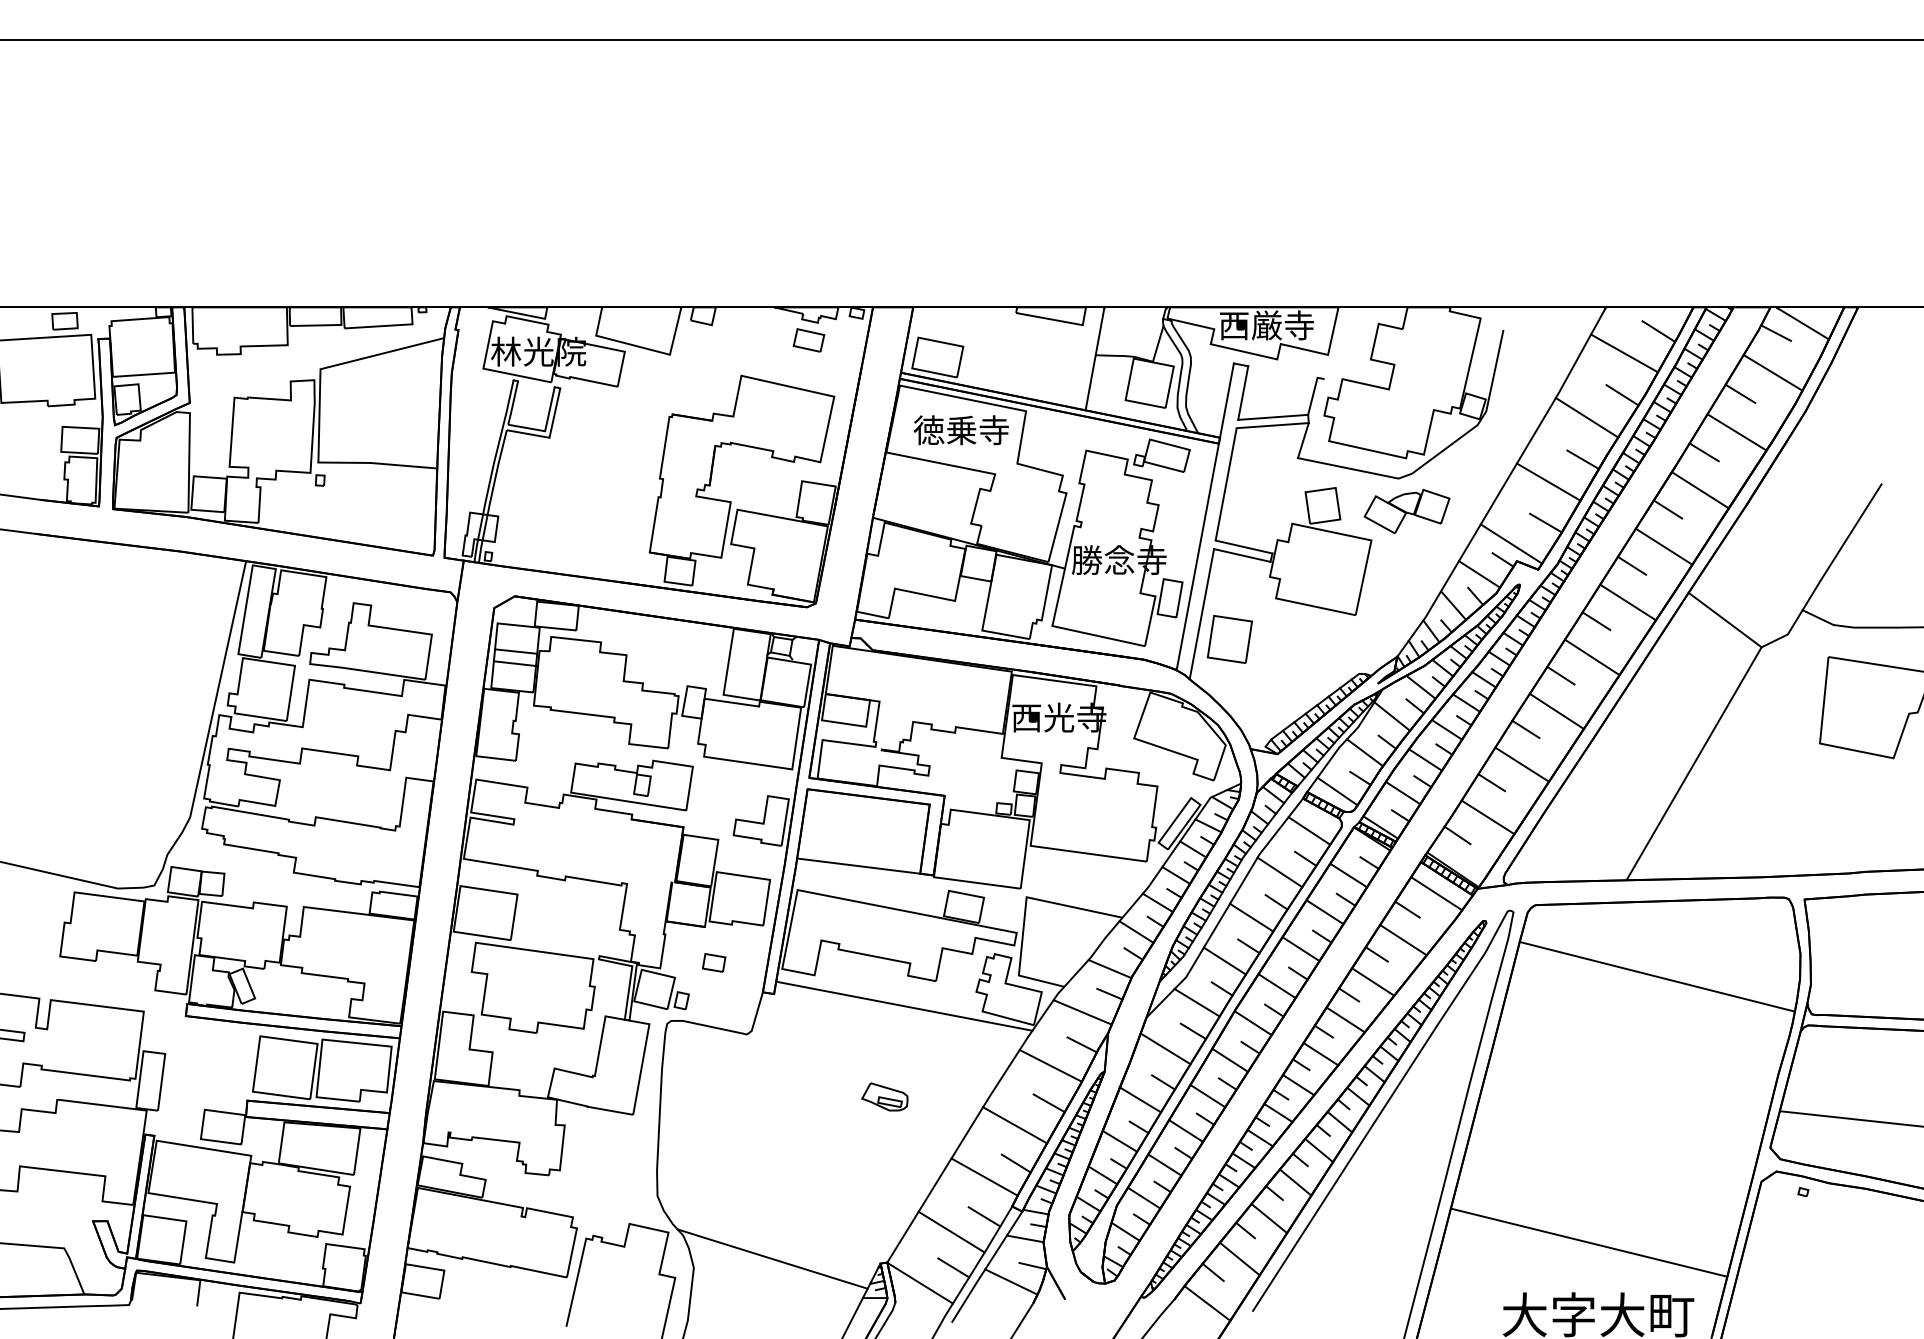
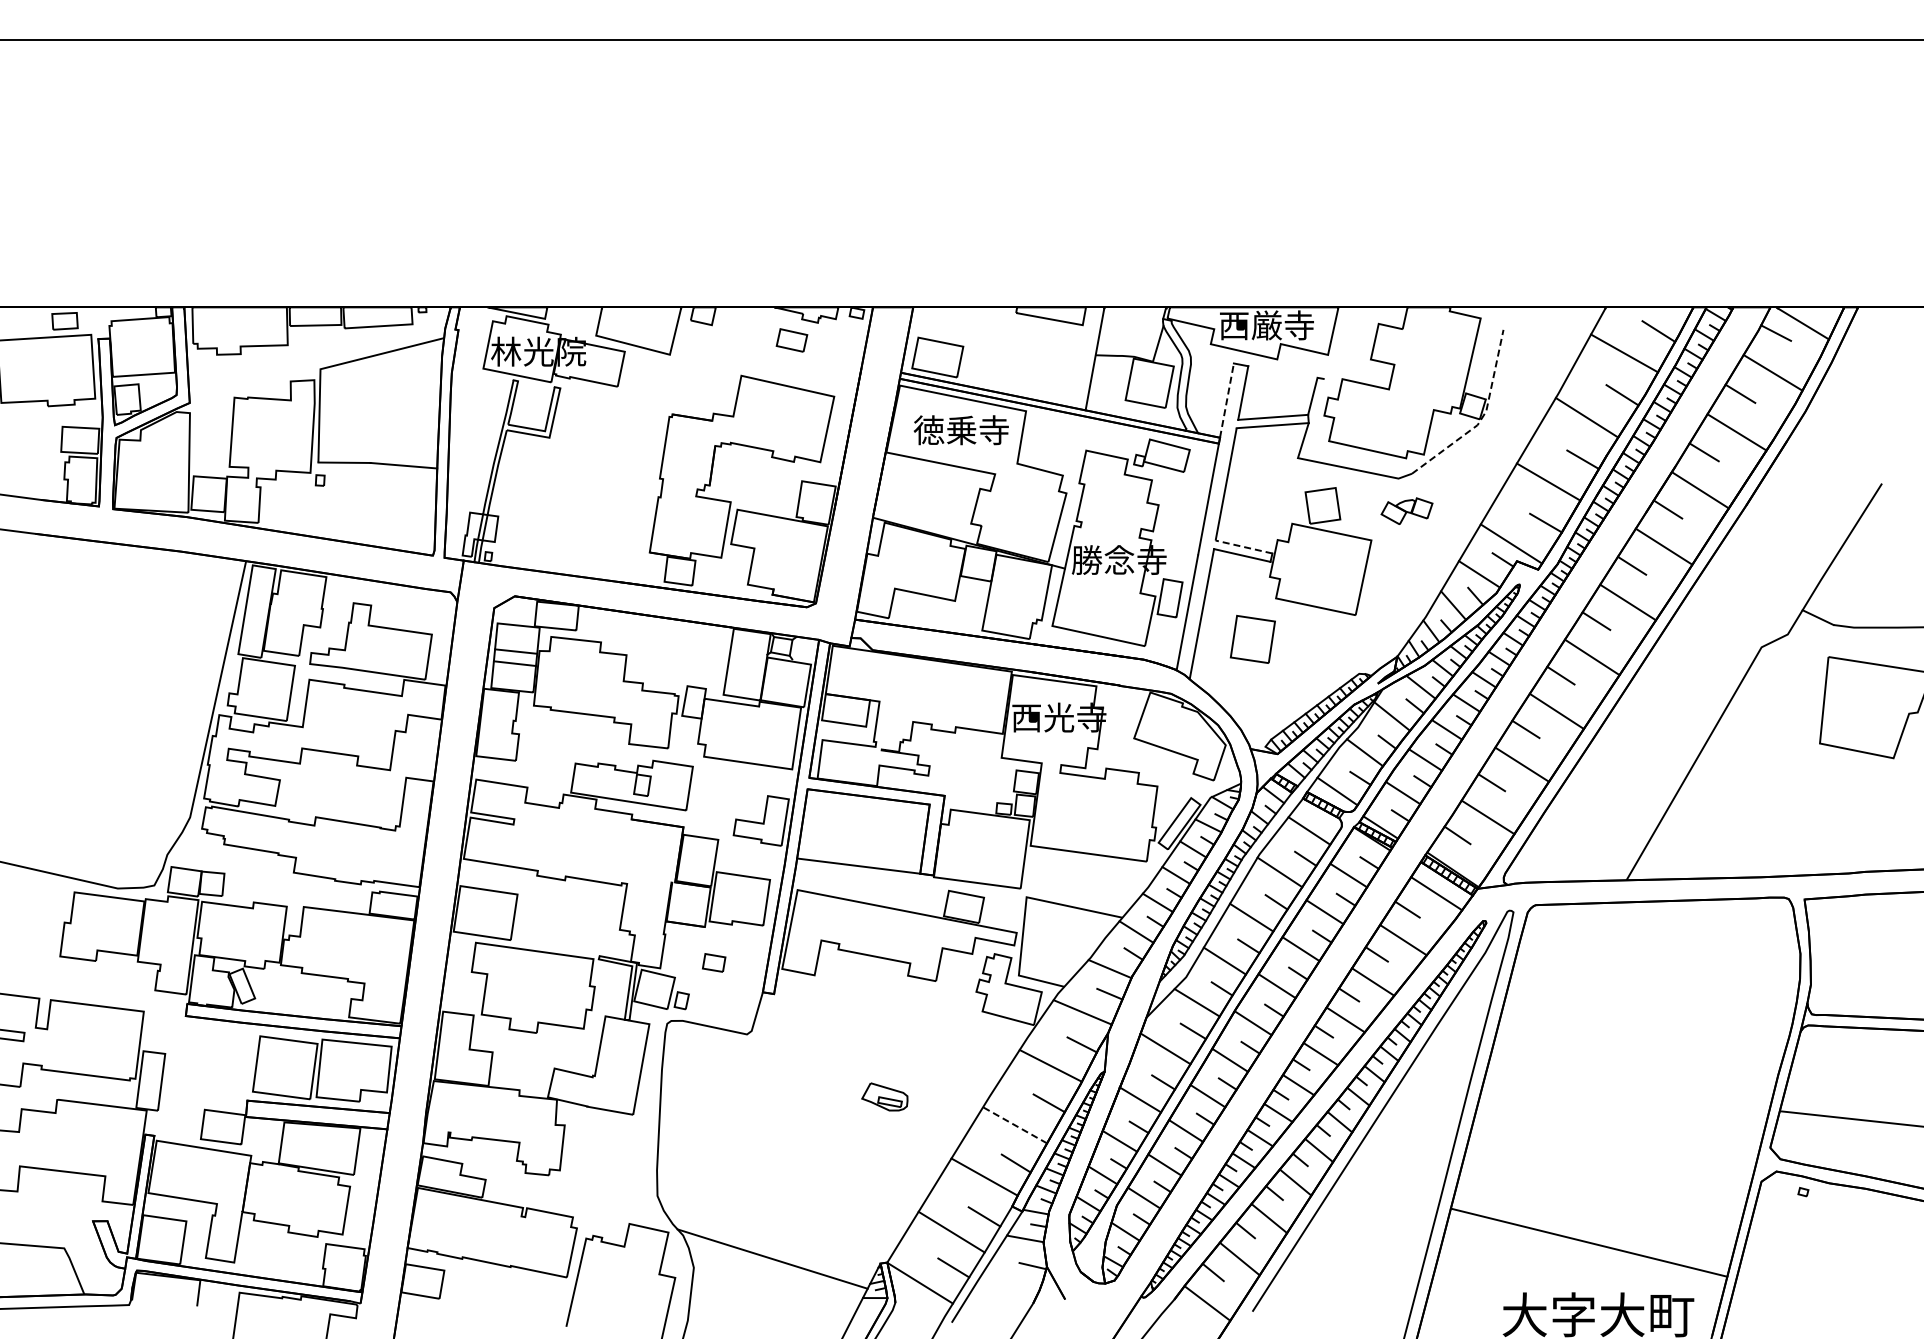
part at (808, 340) position: (808, 340) -> (791, 340)
line at (1226, 400): solid -> dashed
line at (1482, 417): solid -> dashed
part at (1406, 510) size: 88x46 px -> 54x28 px
line at (1243, 546): solid -> dashed
line at (1724, 619): present -> none
part at (1229, 638) position: (1229, 638) -> (1252, 638)
line at (1656, 976): present -> none
line at (904, 1005): present -> none
line at (1015, 1125): solid -> dashed
line at (1011, 1281): present -> none
